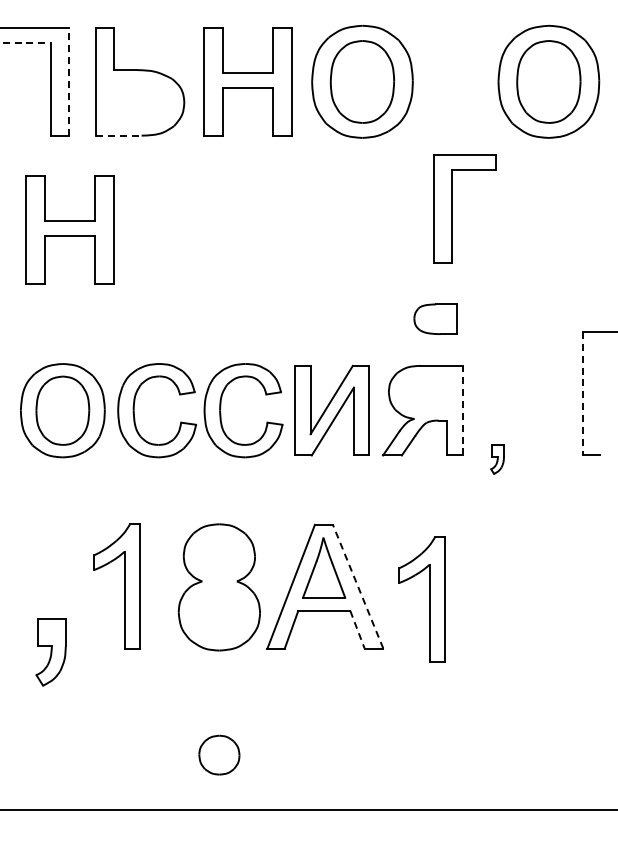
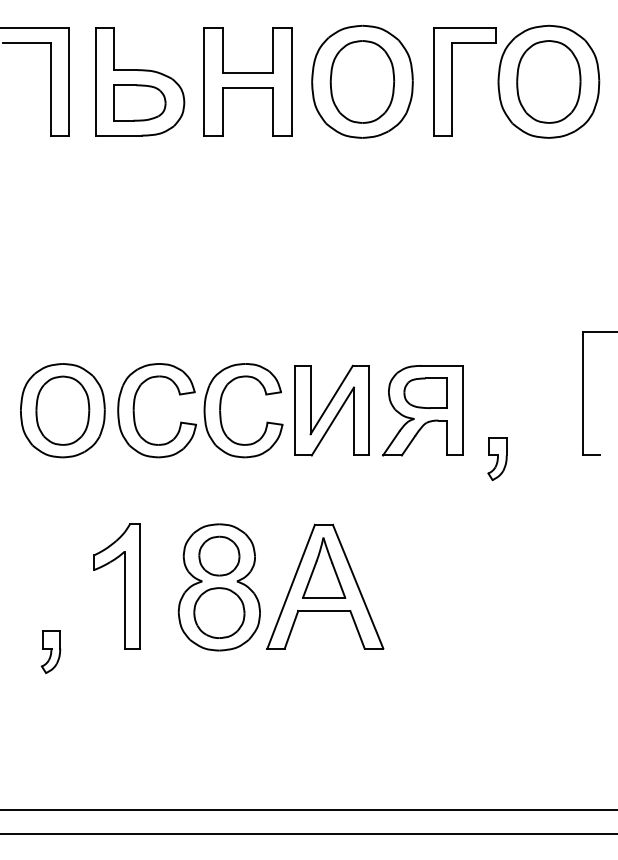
line at (27, 43): dashed -> solid
line at (69, 81): dashed -> solid
part at (139, 102): none -> present
line at (118, 135): dashed -> solid
part at (452, 208) position: (452, 208) -> (452, 81)
part at (69, 229): present -> none
part at (435, 318) position: (435, 318) -> (425, 392)
line at (583, 393): dashed -> solid
line at (462, 410): dashed -> solid
part at (497, 459) size: 15x31 px -> 21x45 px
line at (358, 586): dashed -> solid
part at (429, 599): present -> none
part at (219, 612): none -> present
line at (357, 630): dashed -> solid
part at (50, 652) size: 32x69 px -> 22x44 px
part at (219, 754) position: (219, 754) -> (219, 555)
line at (308, 834): none -> present
